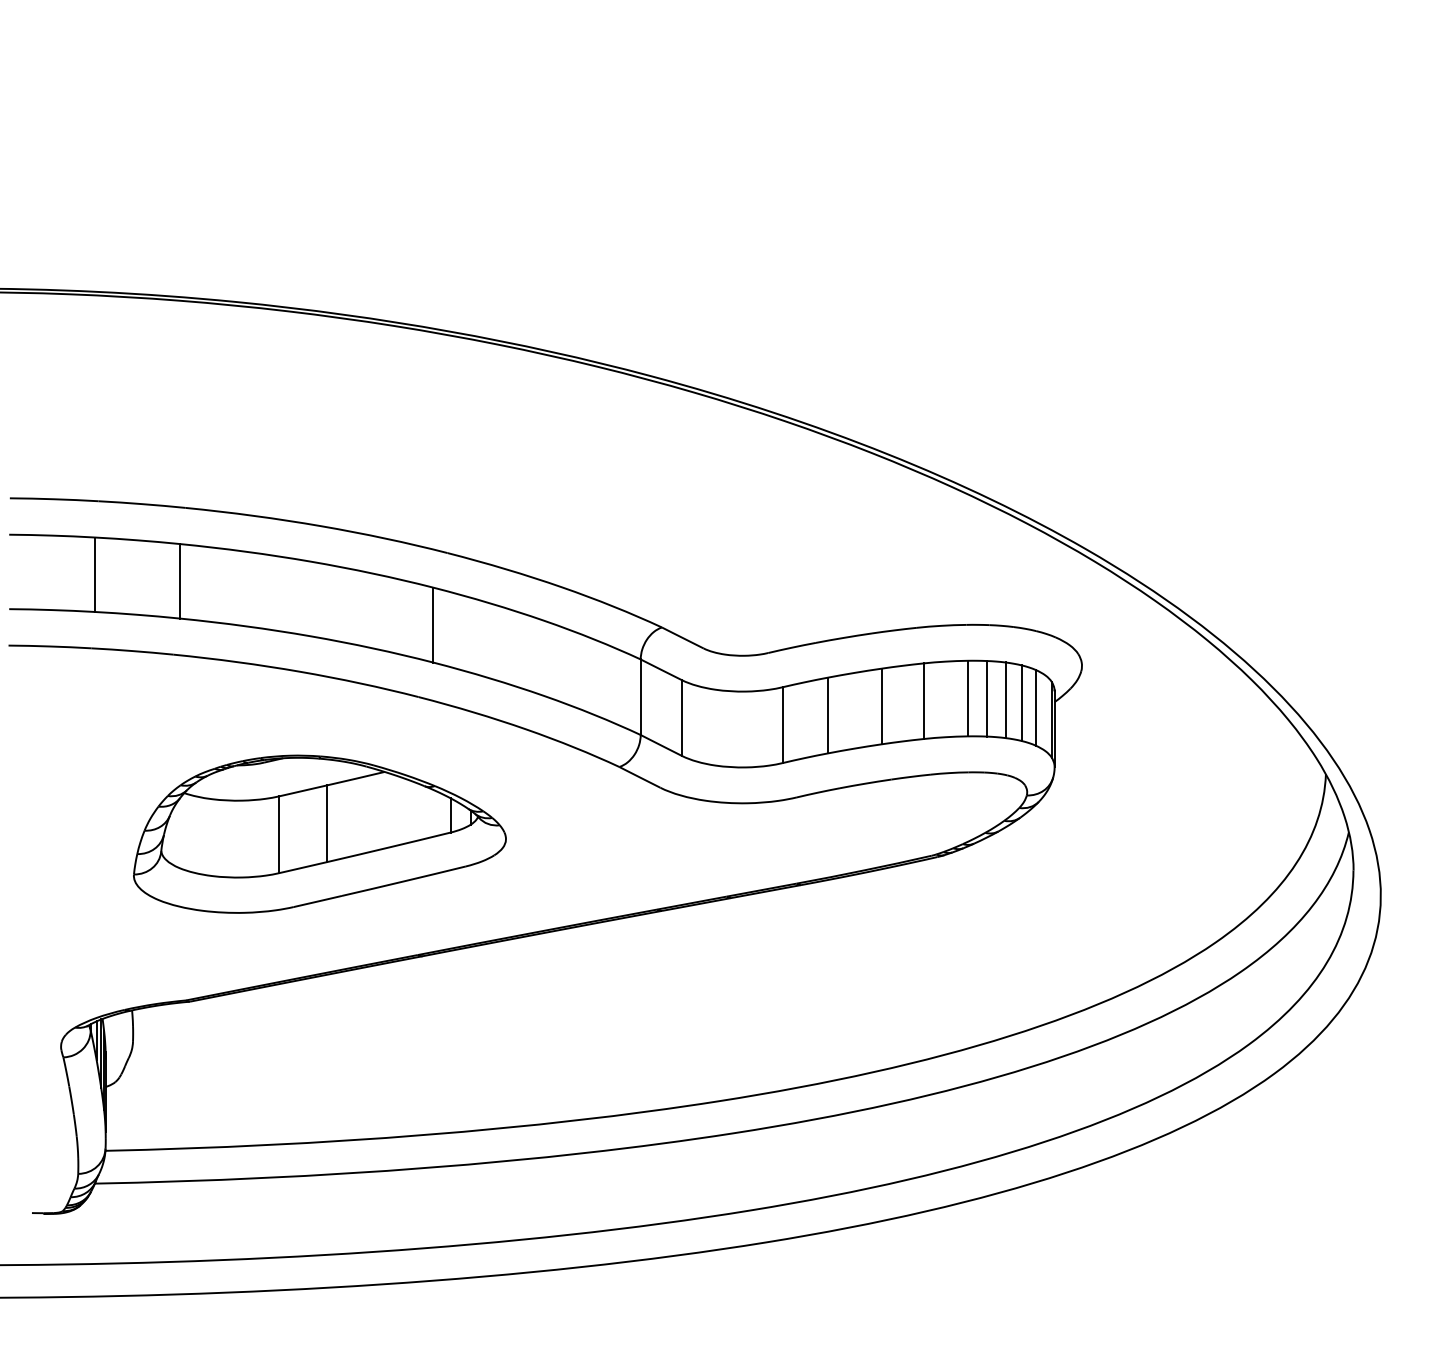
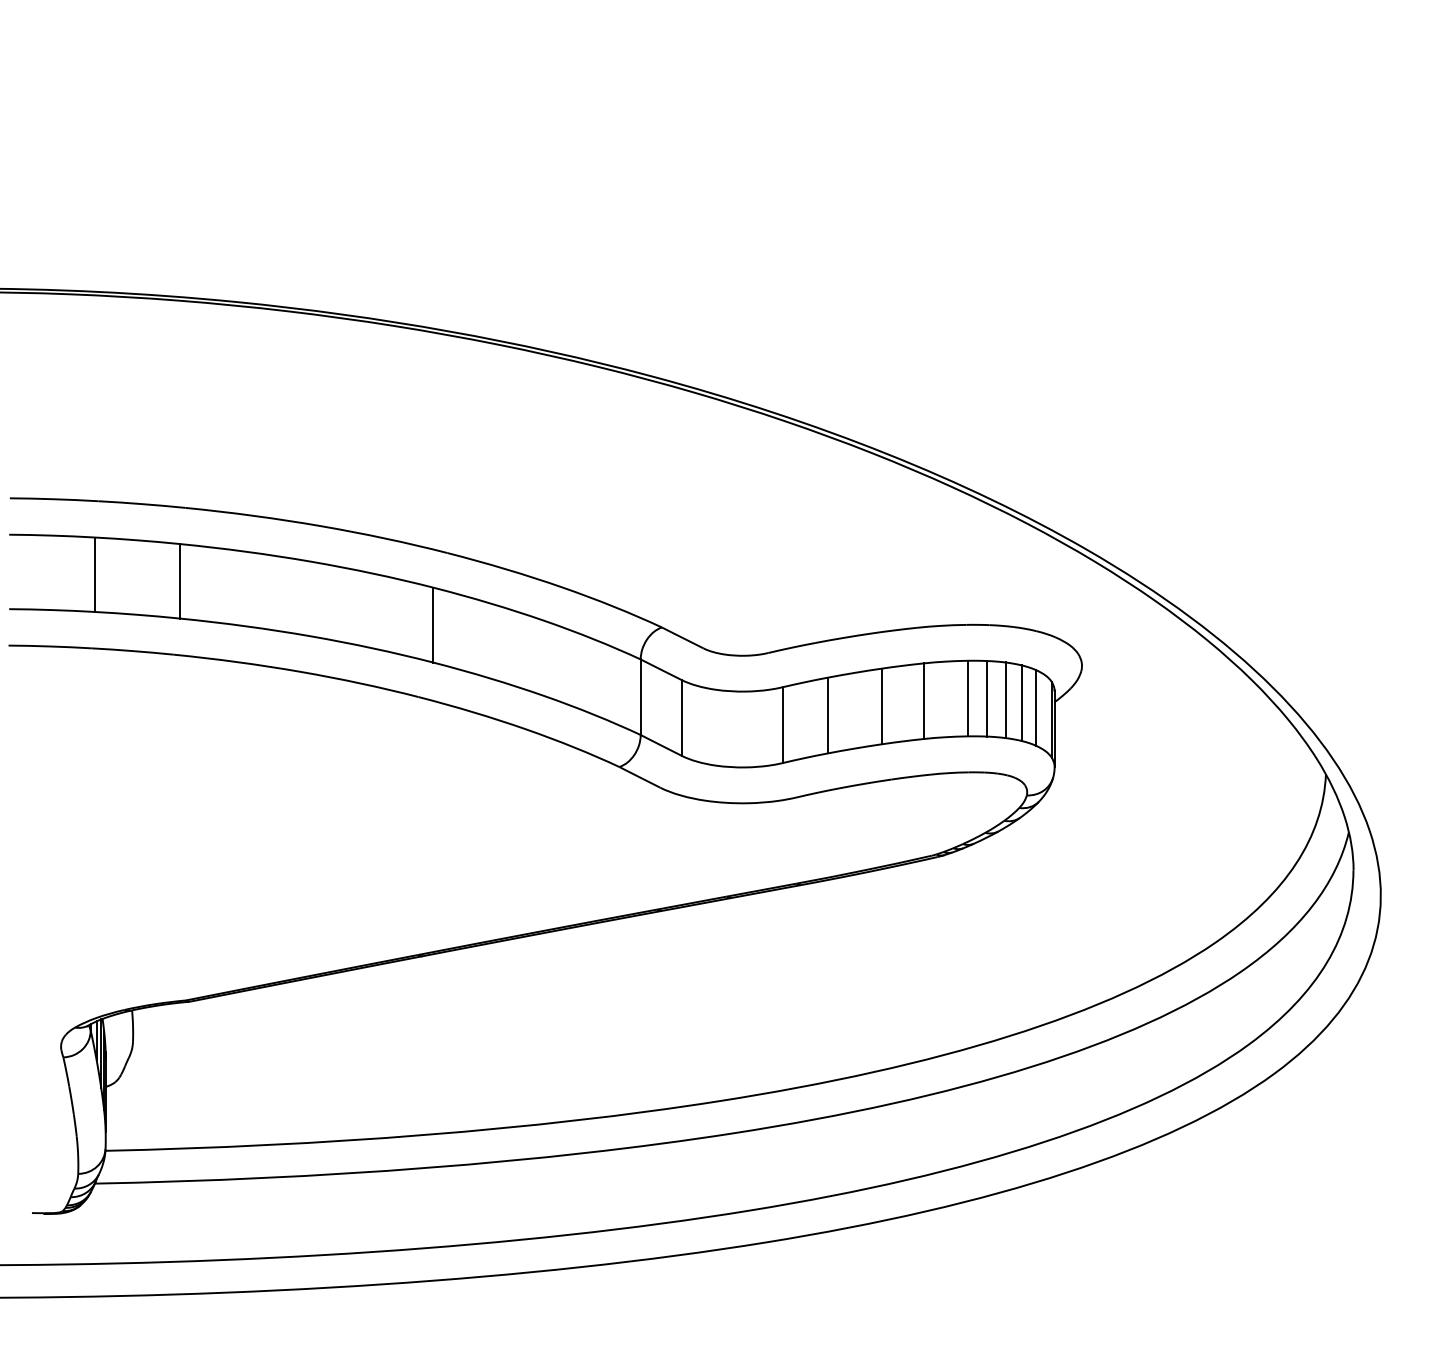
part at (319, 833): present -> none
